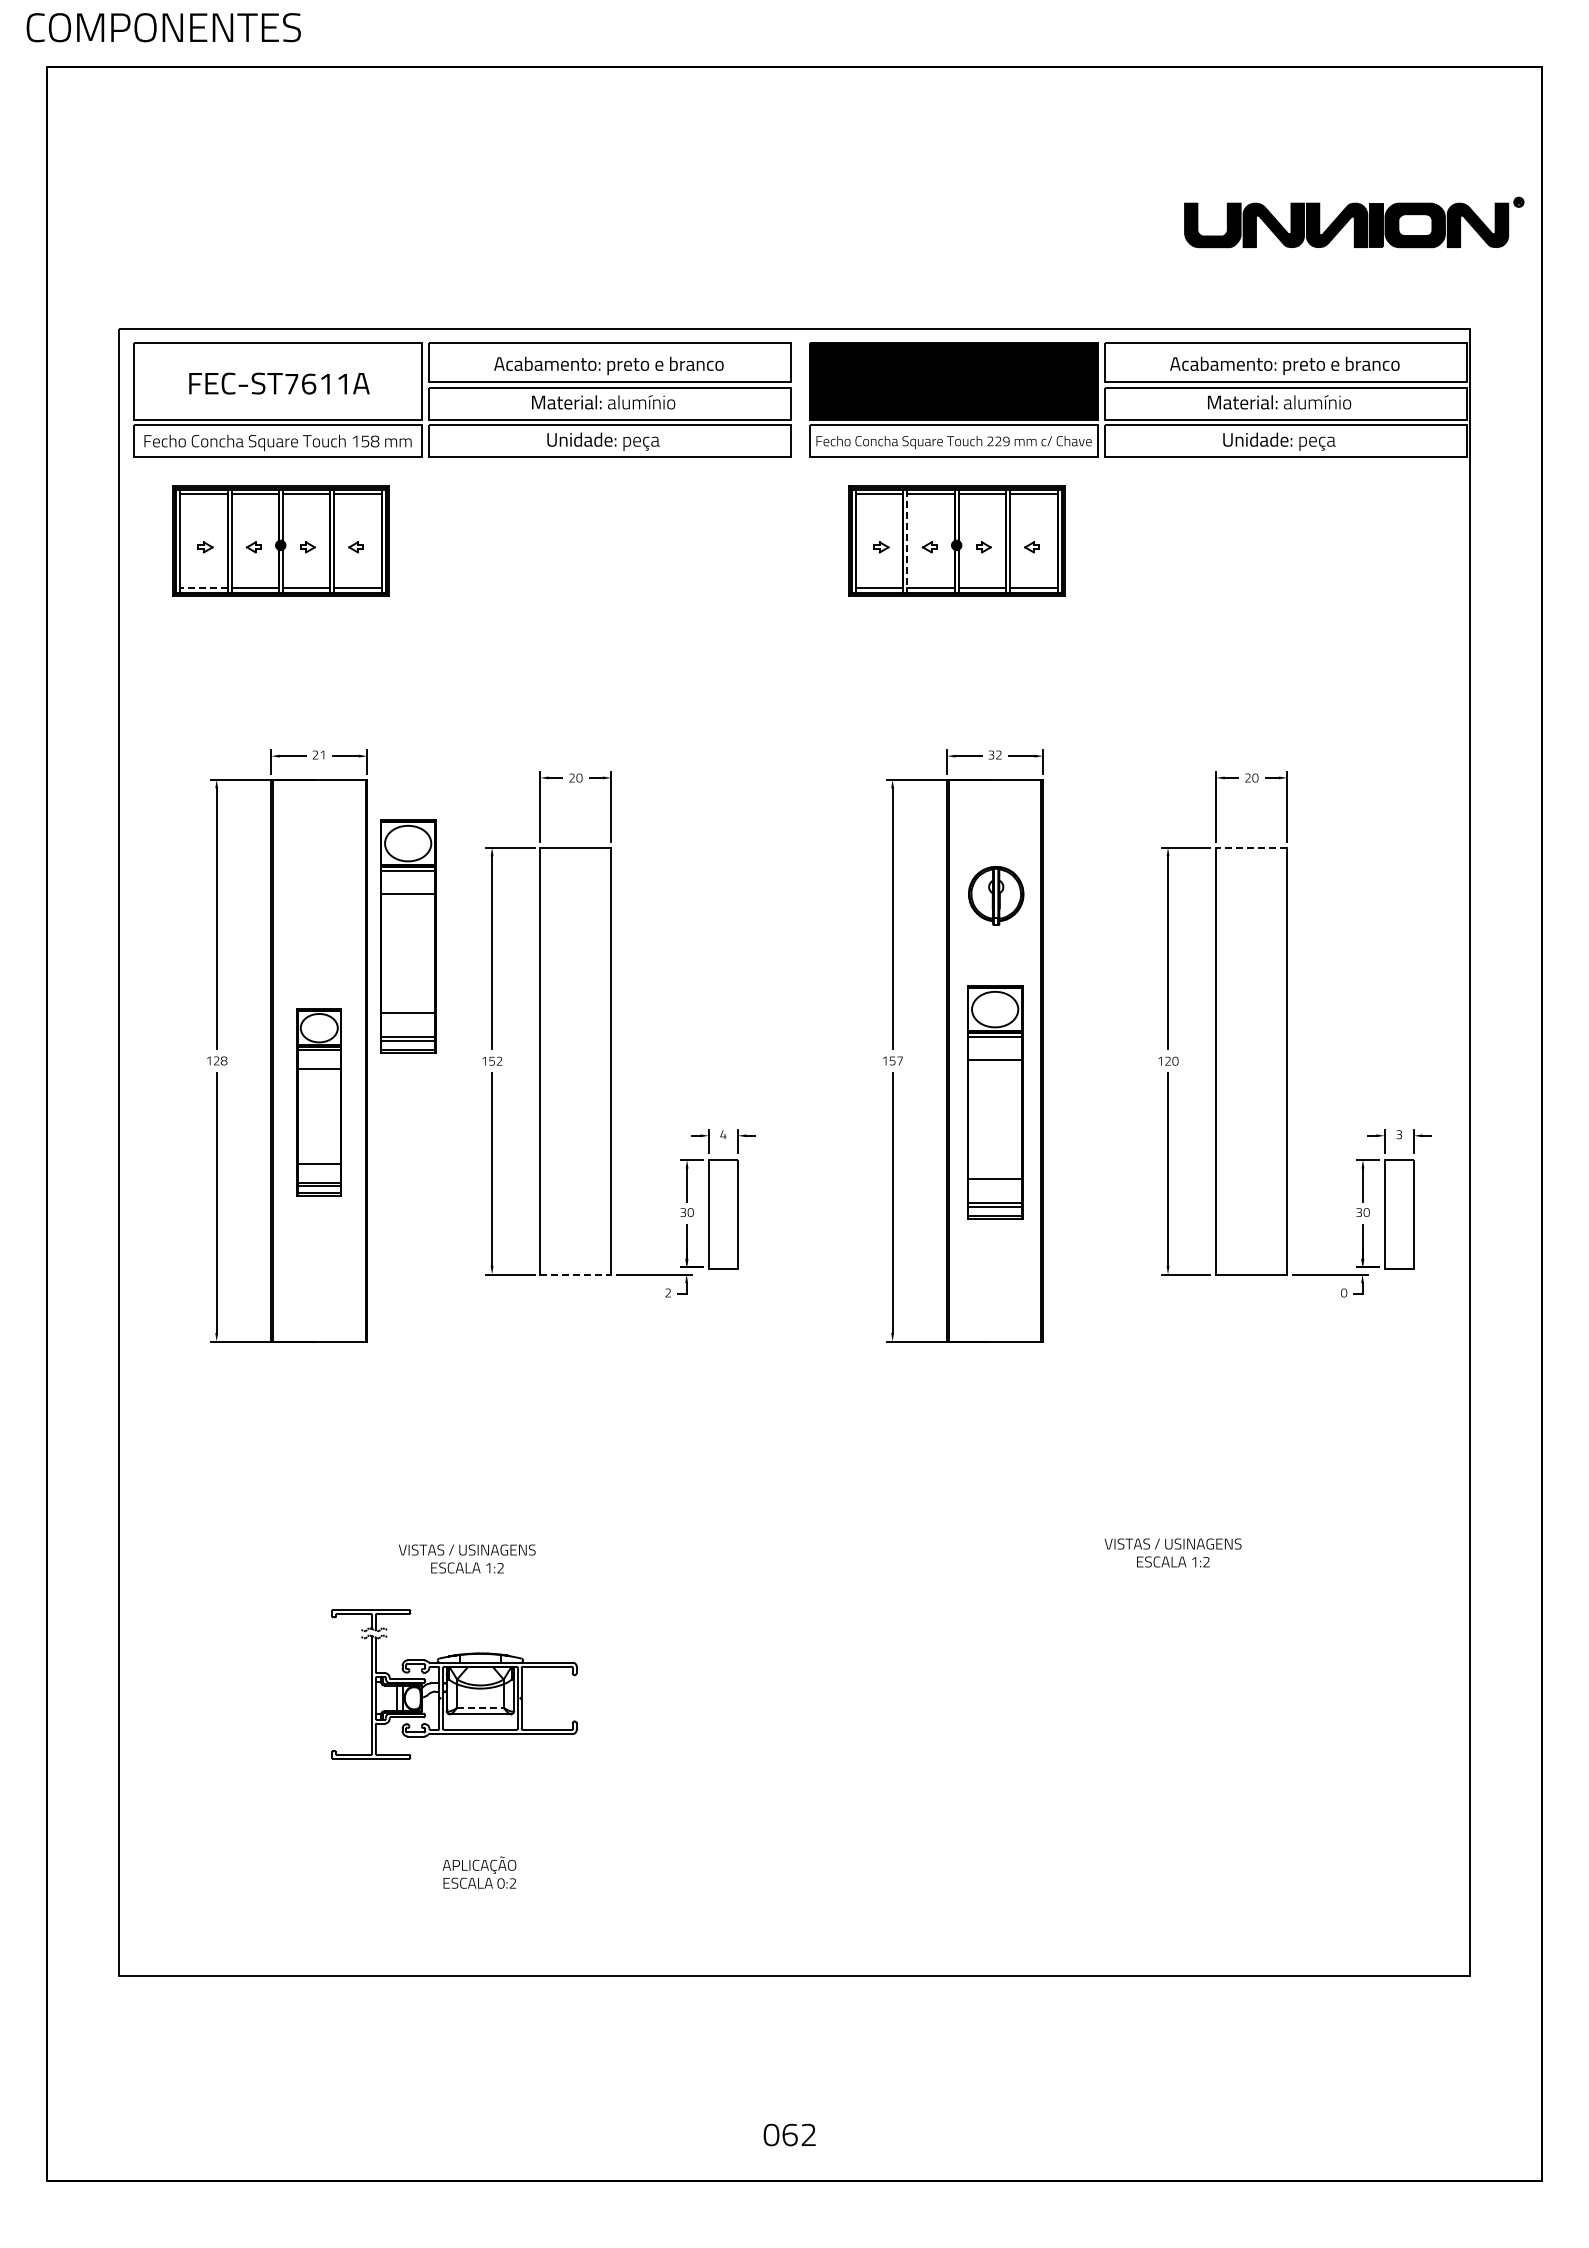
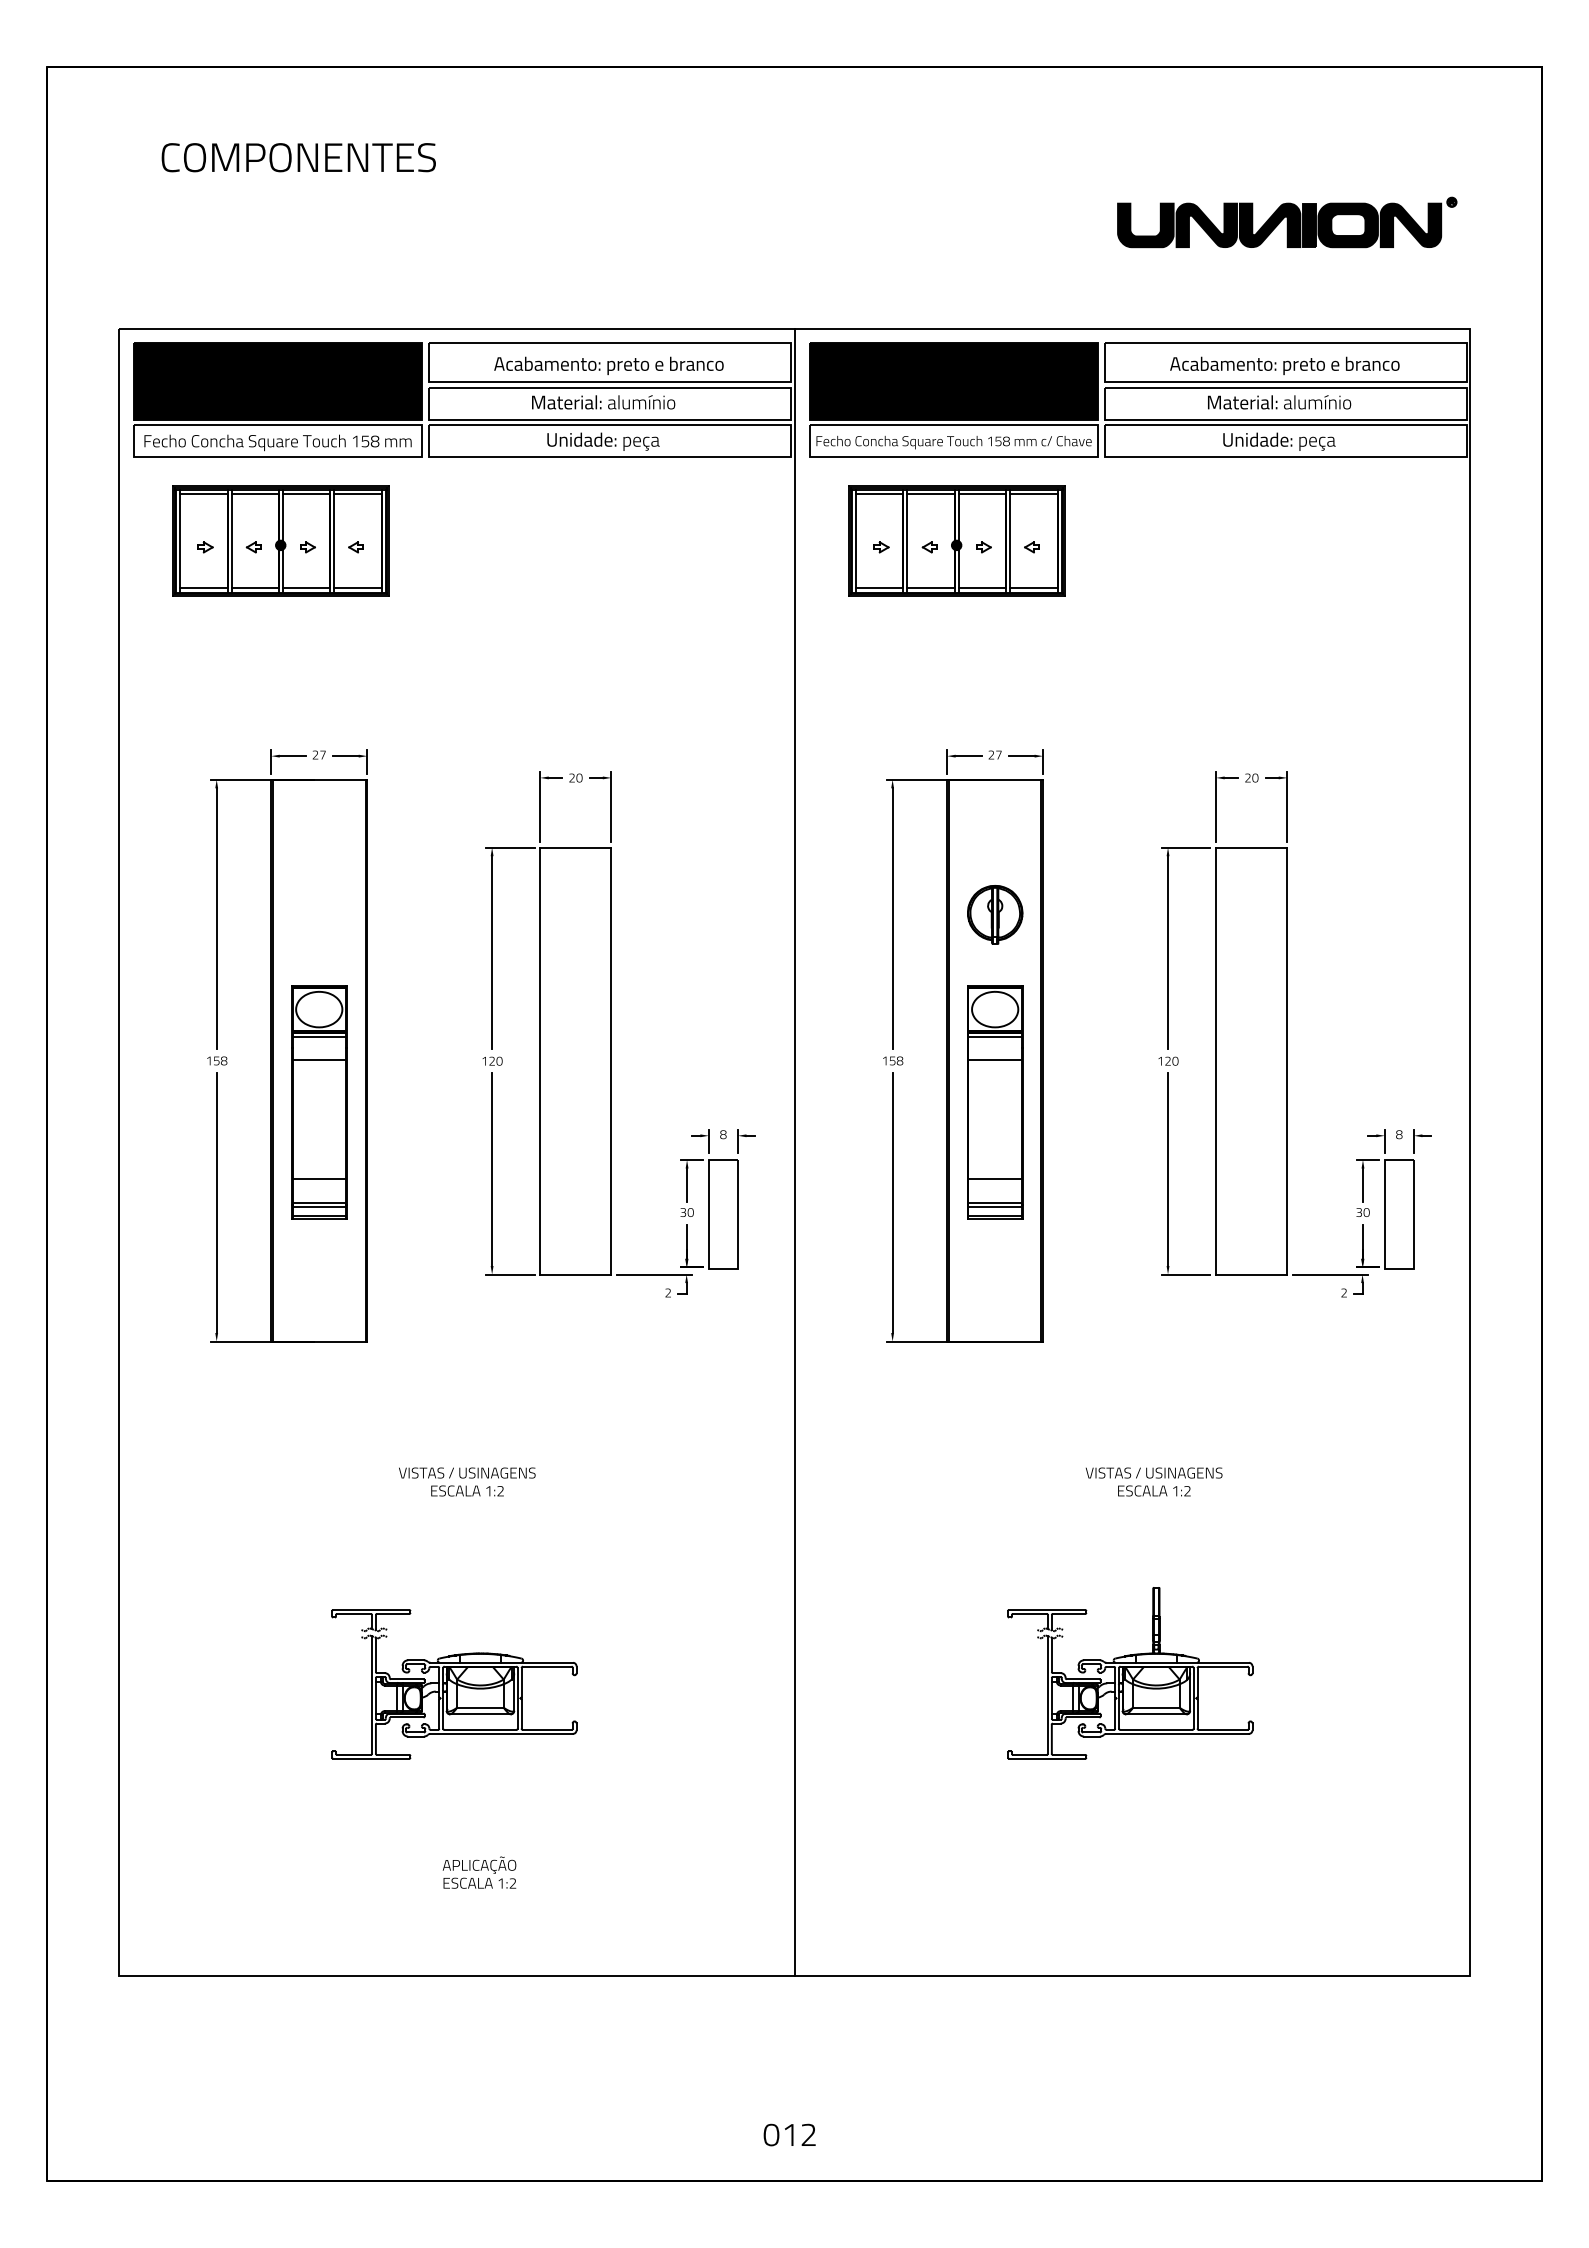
text at (163, 27) position: (163, 27) -> (298, 157)
part at (1354, 222) position: (1354, 222) -> (1287, 222)
fill at (277, 381): none -> present
text at (998, 441): 229 -> 158
line at (907, 541): dashed -> solid
line at (203, 587): dashed -> solid
text at (322, 754): 21 -> 27
text at (995, 754): 32 -> 27
line at (1251, 847): dashed -> solid
part at (996, 895) position: (996, 895) -> (995, 914)
part at (408, 936): present -> none
text at (216, 1060): 128 -> 158
text at (495, 1060): 152 -> 120
text at (899, 1060): 157 -> 158
part at (318, 1102) size: 46x189 px -> 57x235 px
text at (723, 1134): 4 -> 8
text at (1399, 1134): 3 -> 8
line at (794, 1152): none -> present
line at (575, 1274): dashed -> solid
text at (1344, 1292): 0 -> 2
text at (1172, 1552) position: (1172, 1552) -> (1153, 1481)
text at (467, 1558) position: (467, 1558) -> (467, 1481)
part at (1130, 1673): none -> present
line at (480, 1707): dashed -> solid
text at (500, 1883): 0:2 -> 1:2
text at (789, 2134): 062 -> 012
